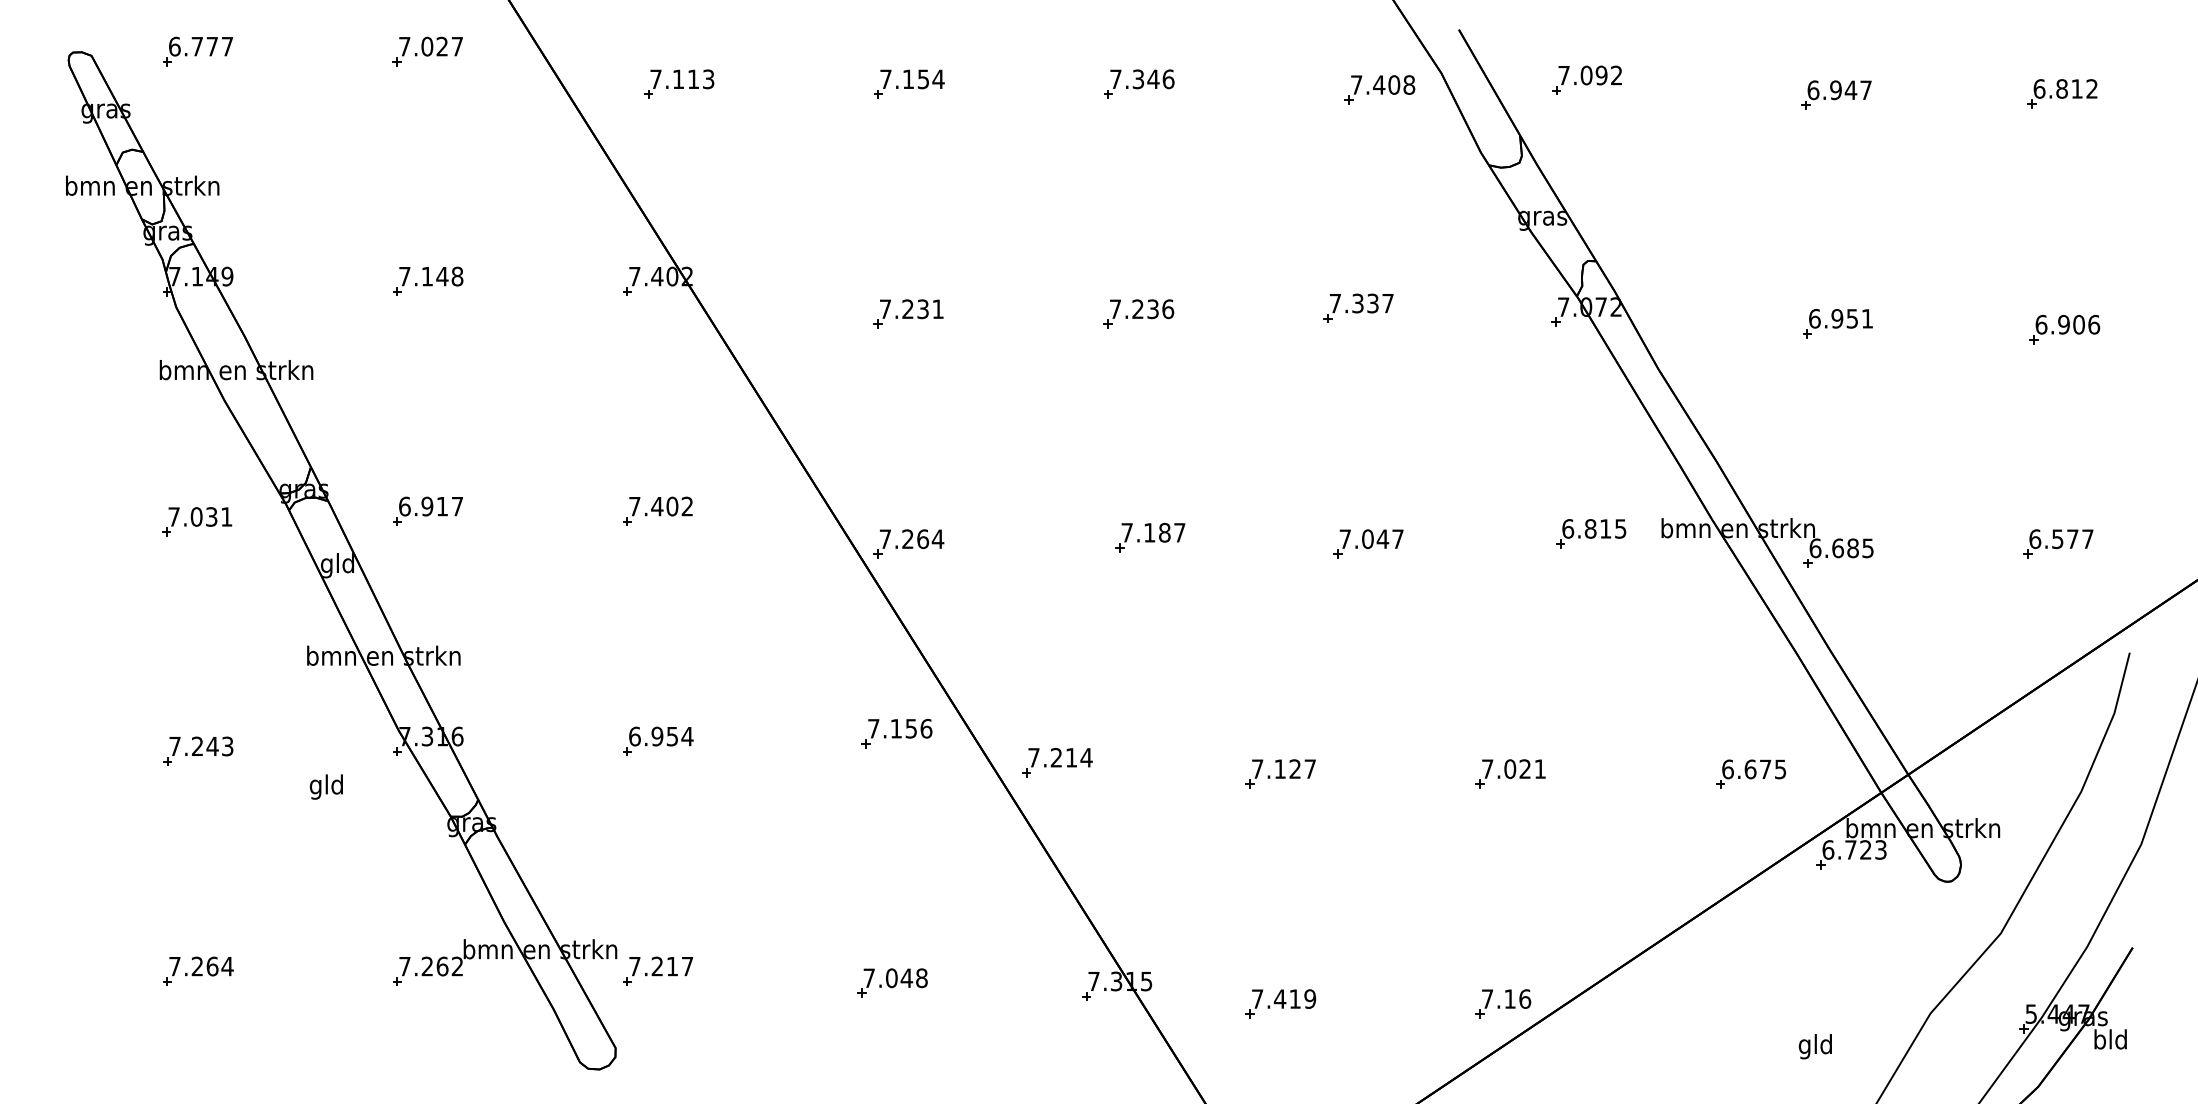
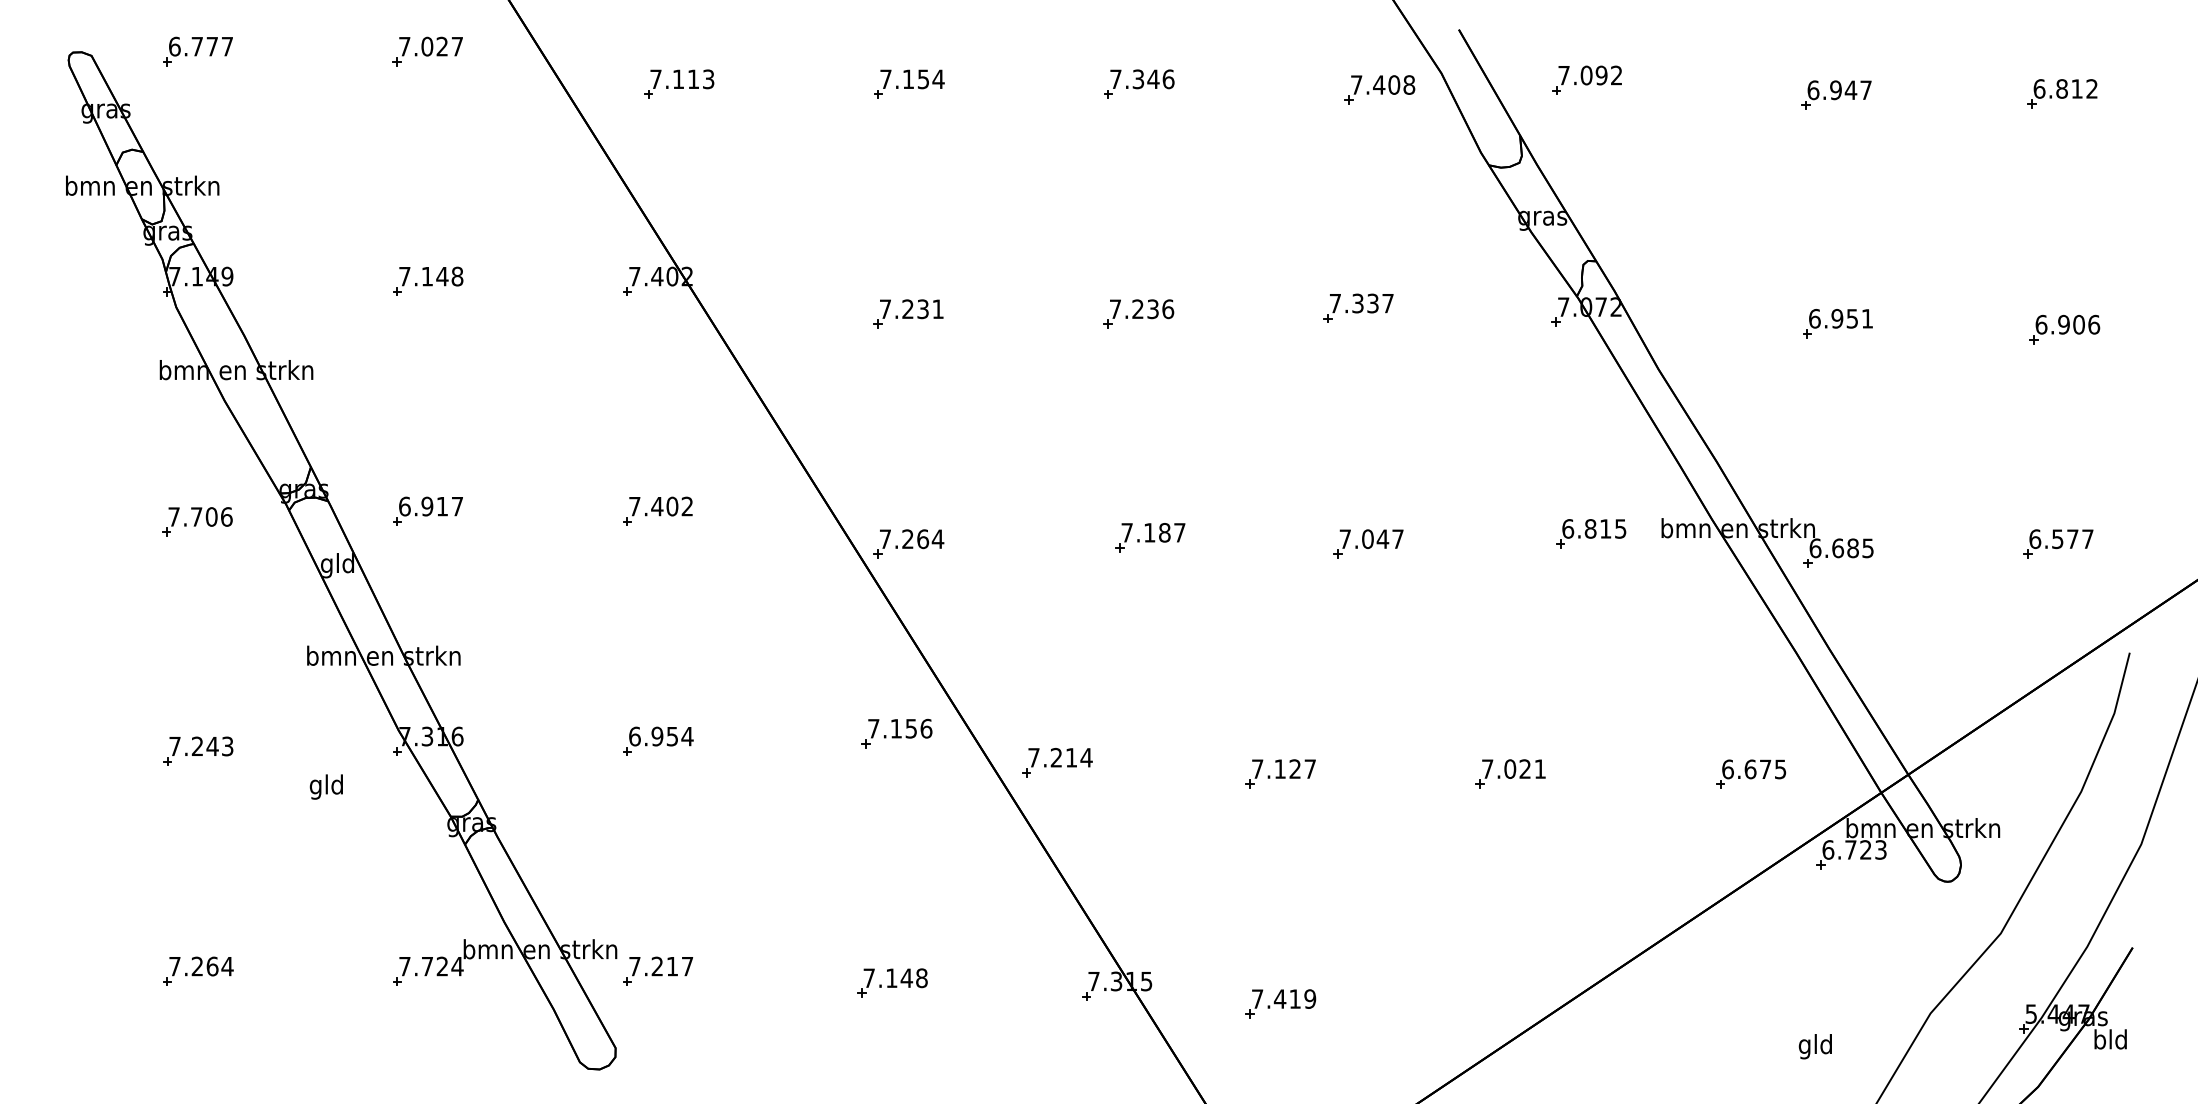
text at (211, 516): 7.031 -> 7.706
text at (442, 966): 7.262 -> 7.724
text at (891, 978): 7.048 -> 7.148
part at (1503, 1003): present -> none
